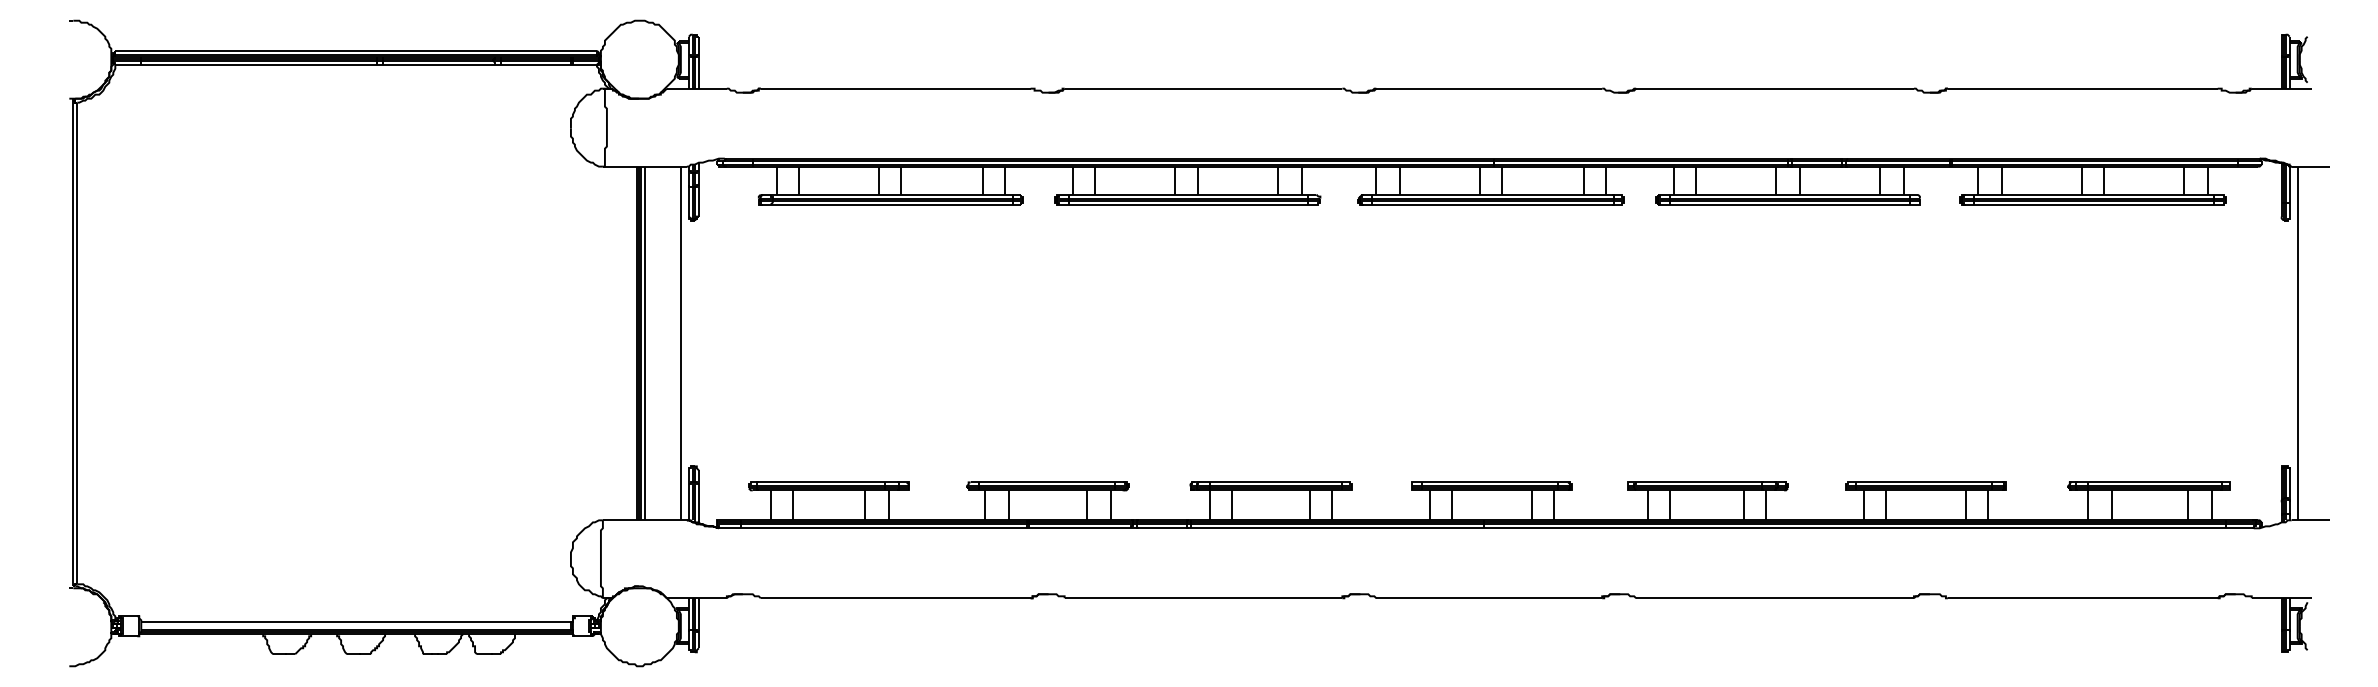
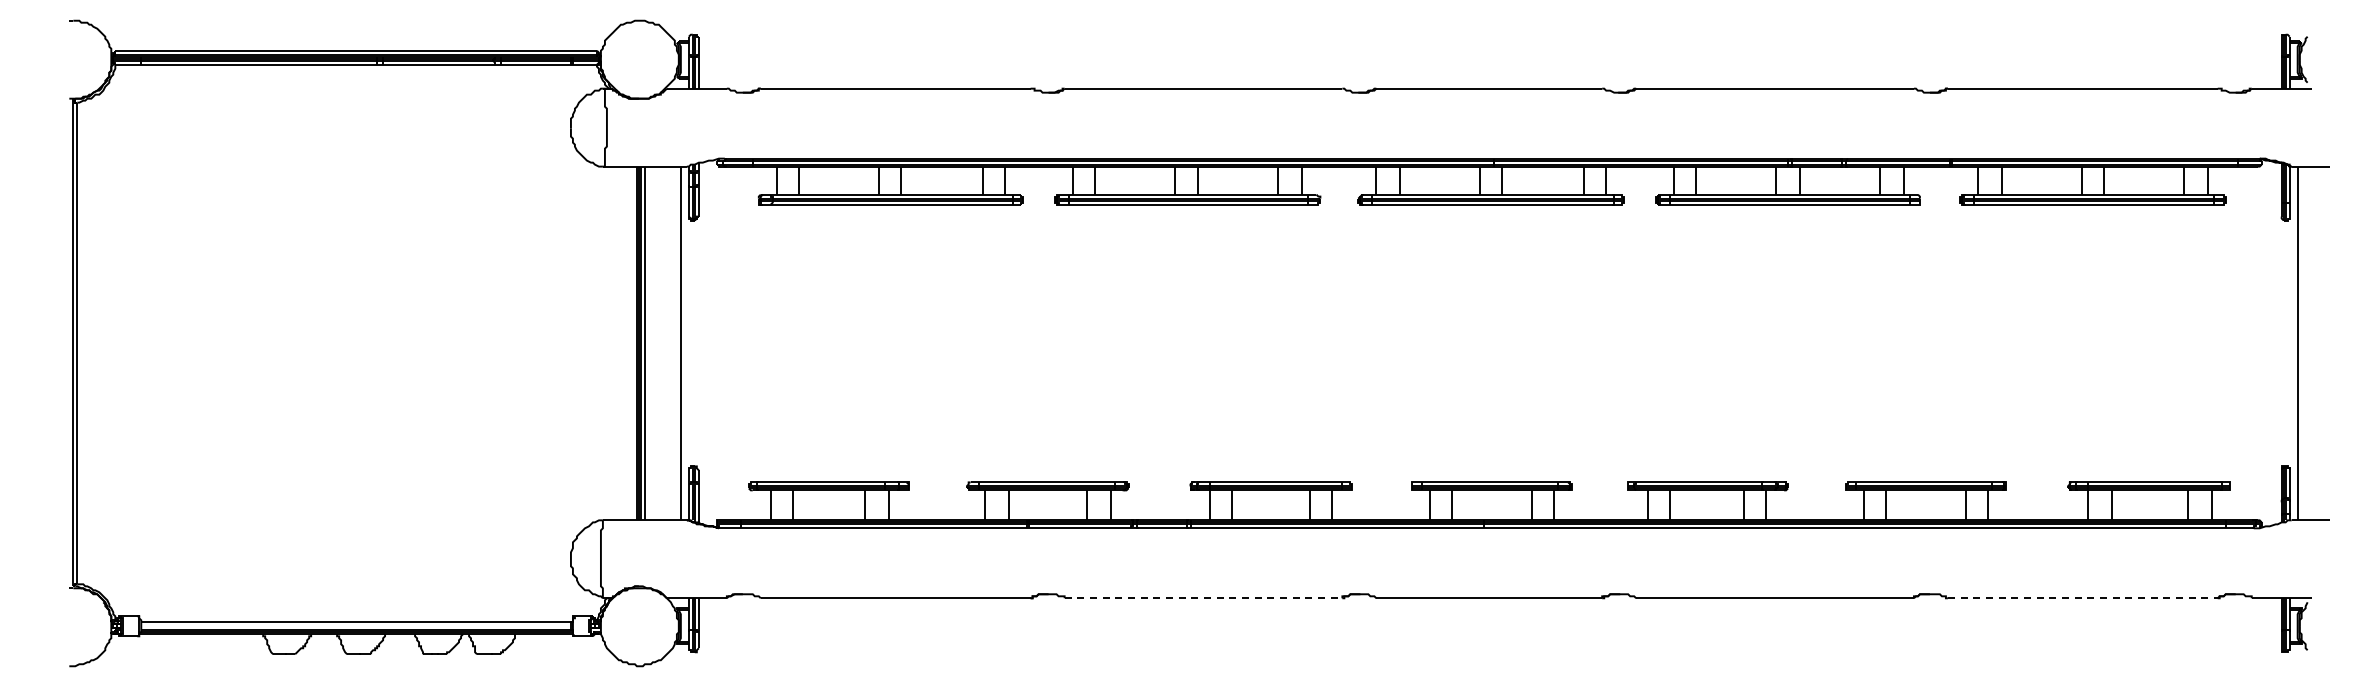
line at (1203, 598): solid -> dashed
line at (2082, 598): solid -> dashed
